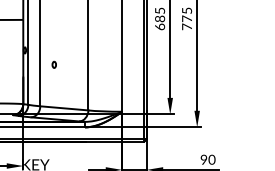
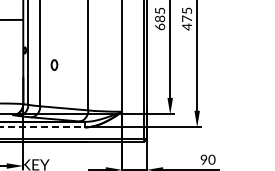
text at (186, 26): 775 -> 475
part at (53, 64) size: 6x9 px -> 9x12 px
line at (43, 127): solid -> dashed
